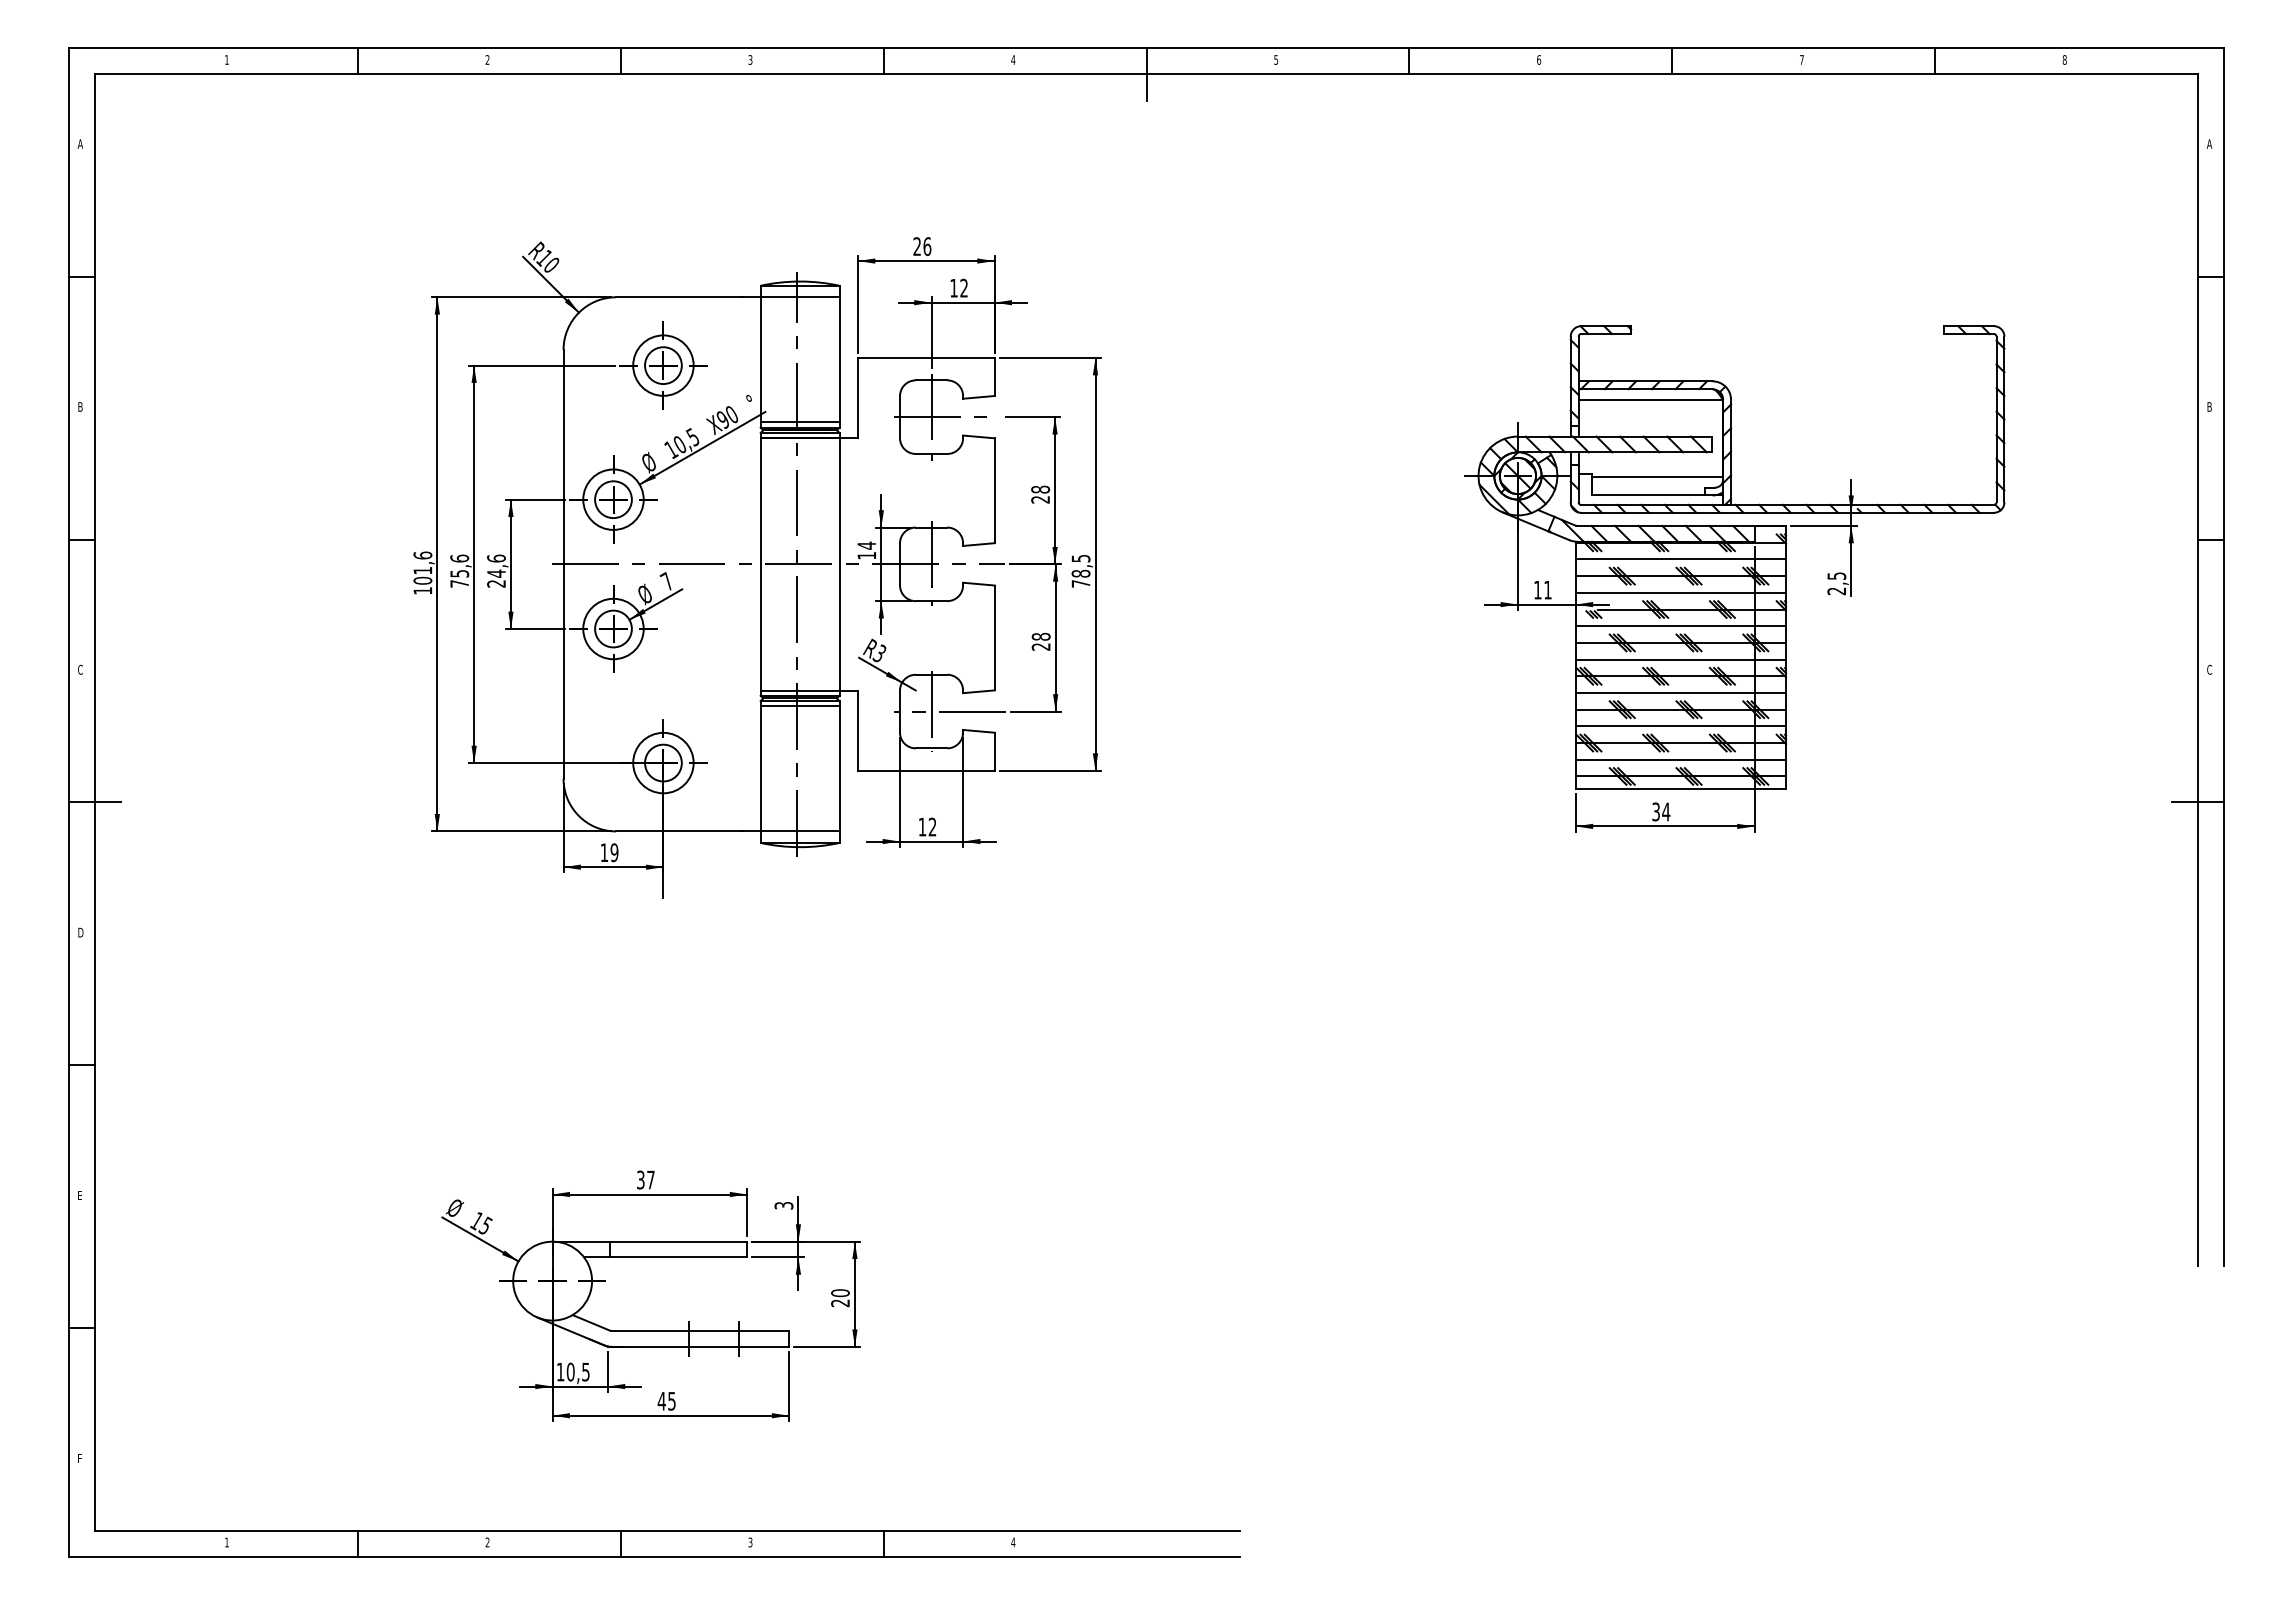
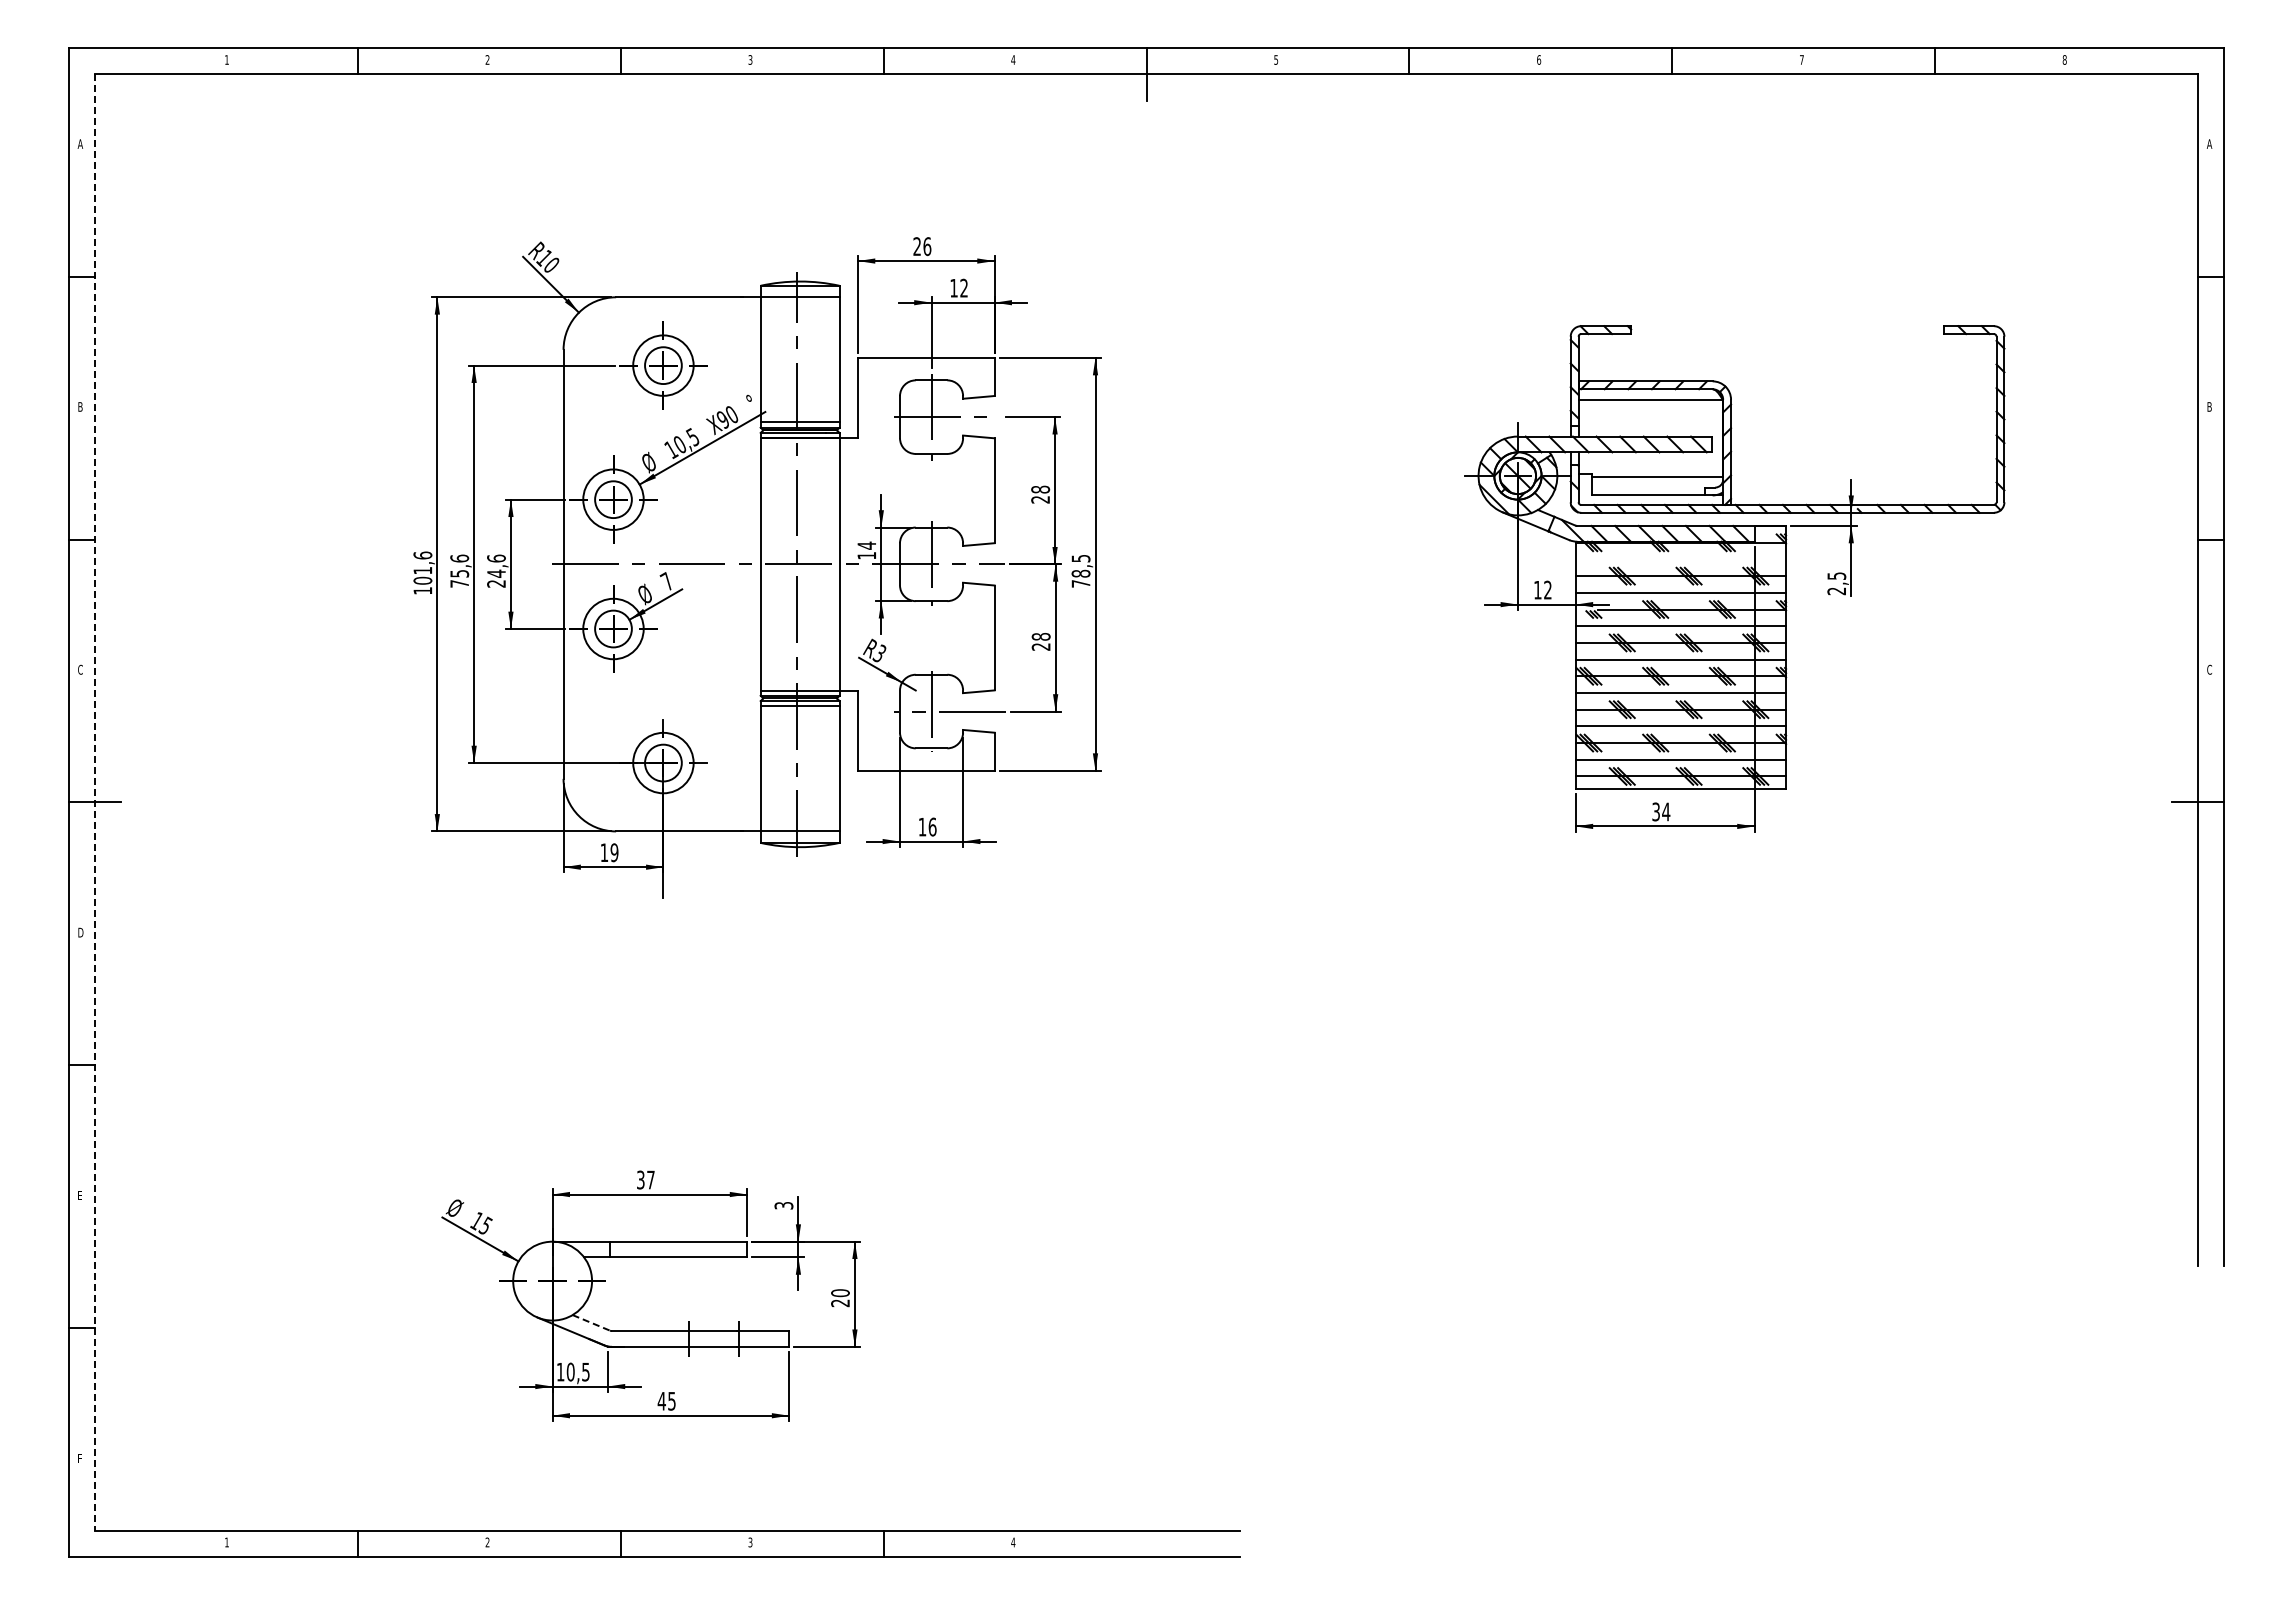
line at (1680, 559): present -> none
text at (1547, 589): 11 -> 12
line at (95, 802): solid -> dashed
text at (932, 826): 12 -> 16
line at (591, 1323): solid -> dashed
